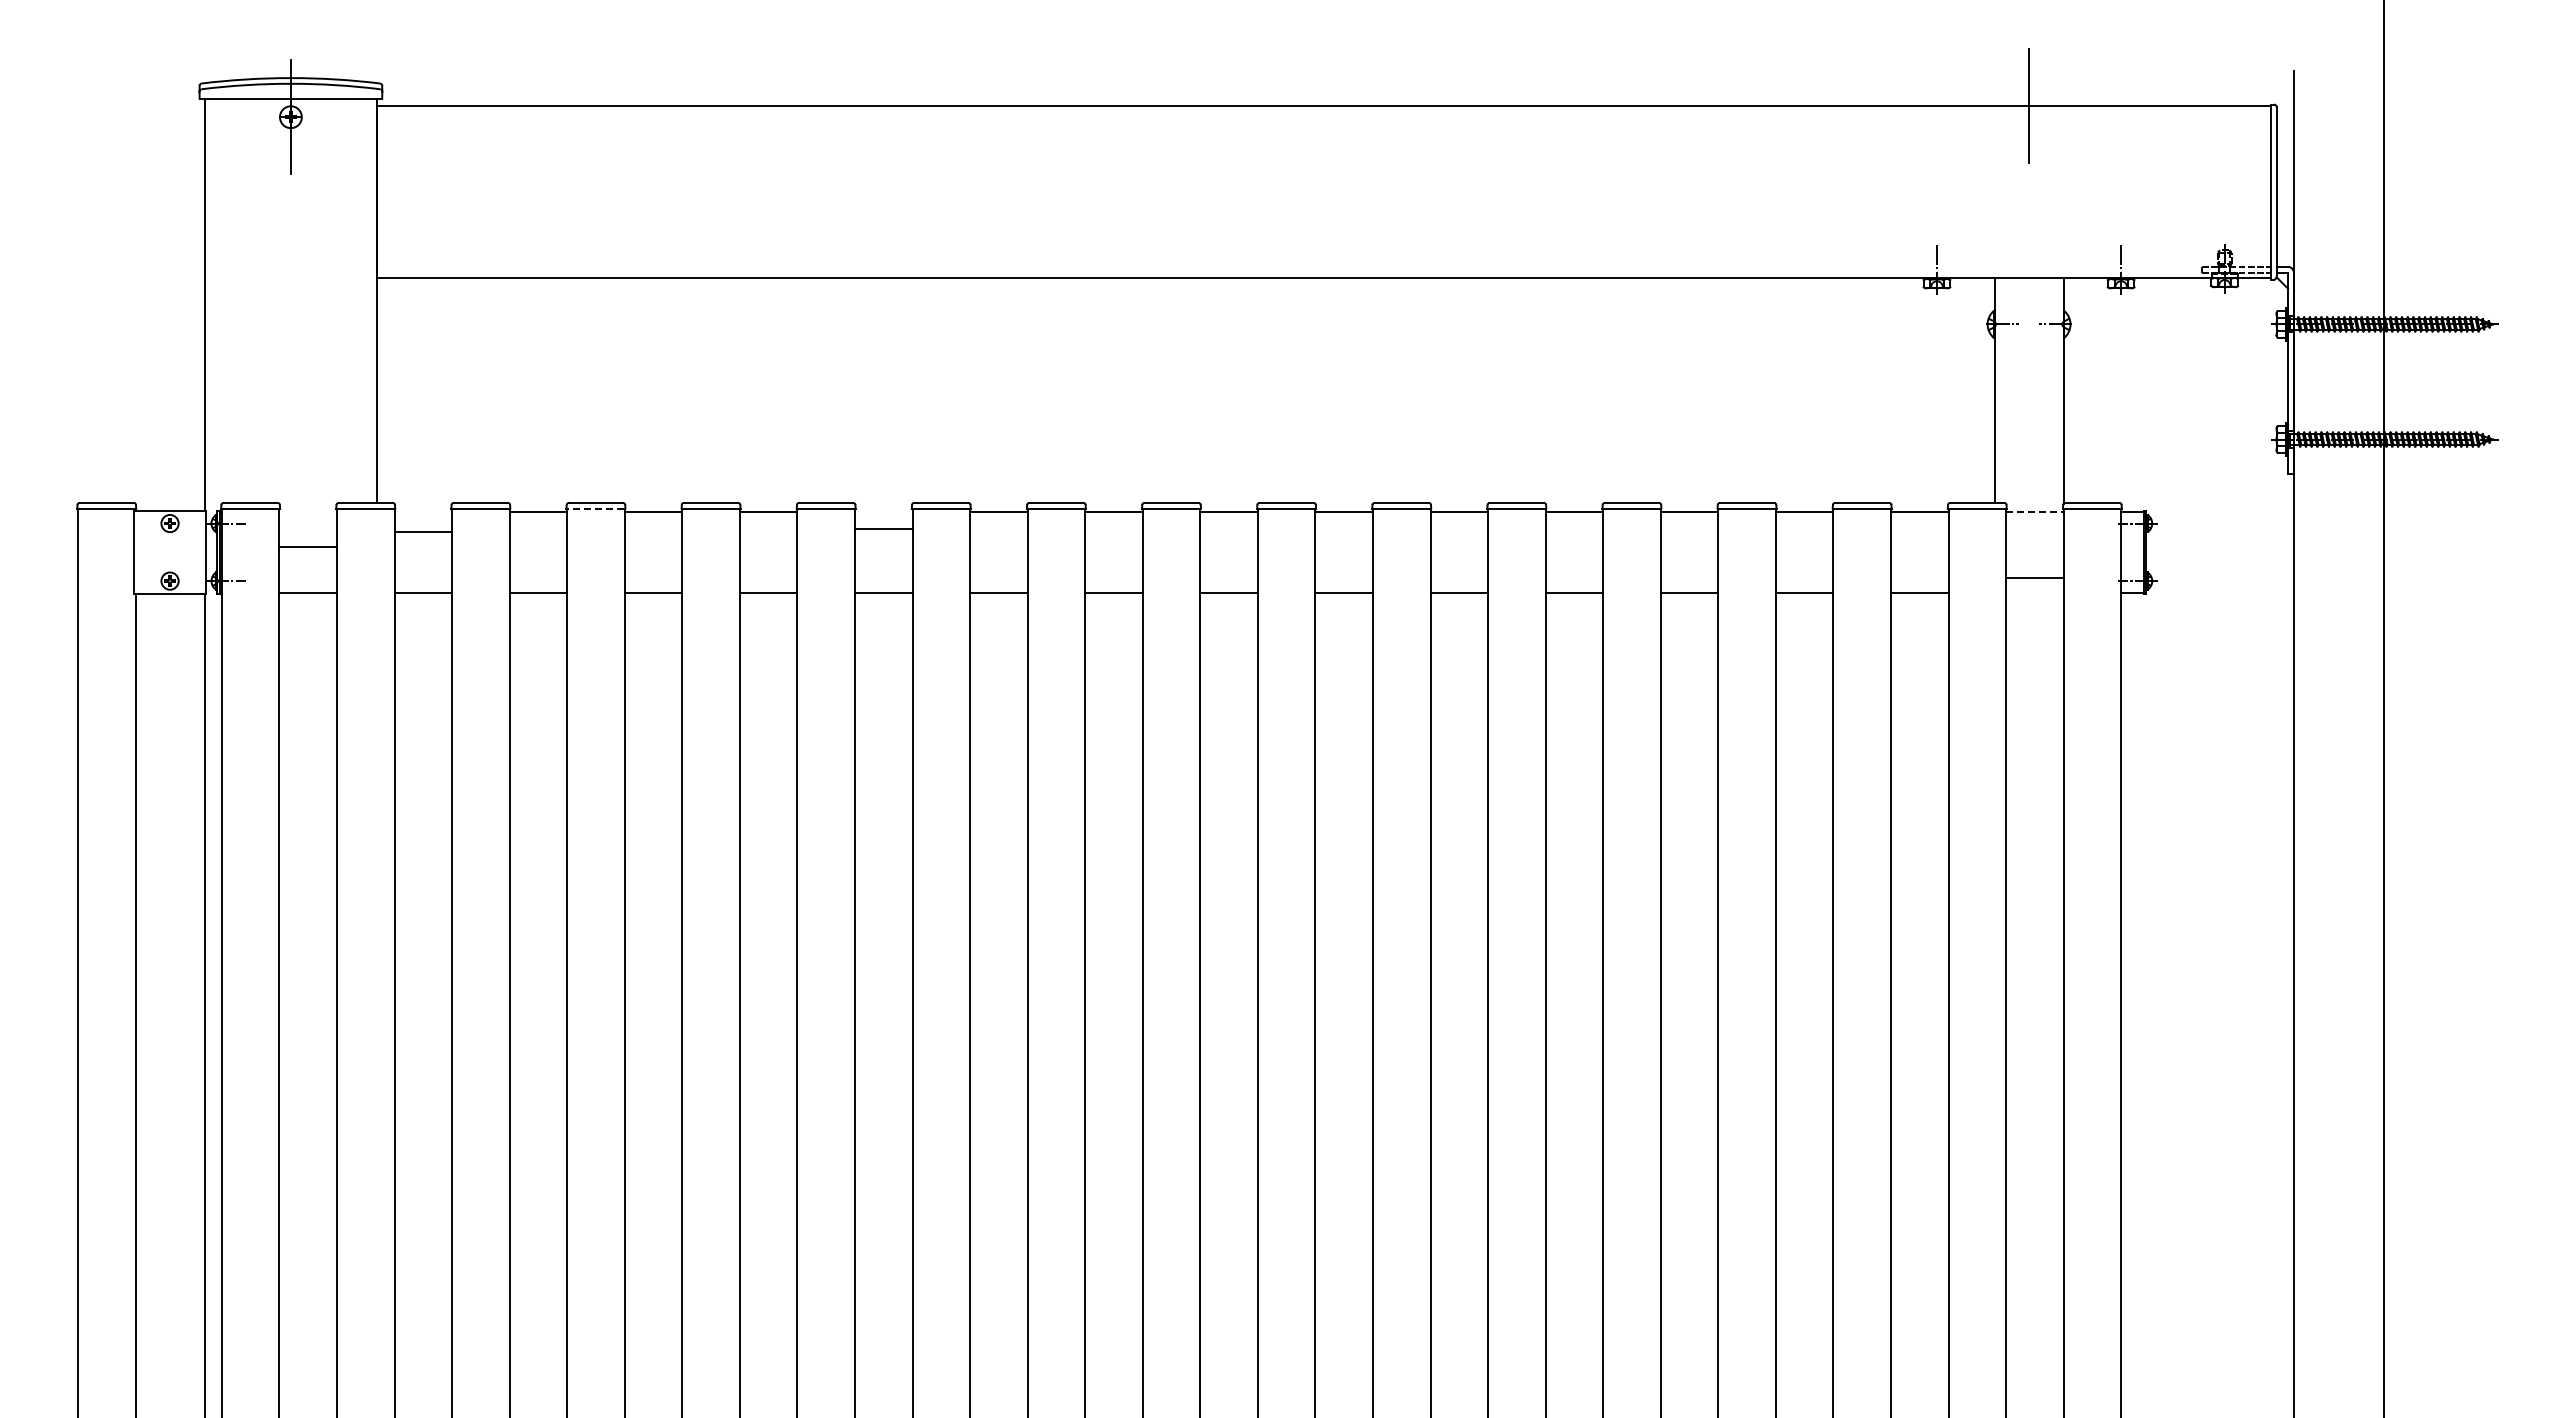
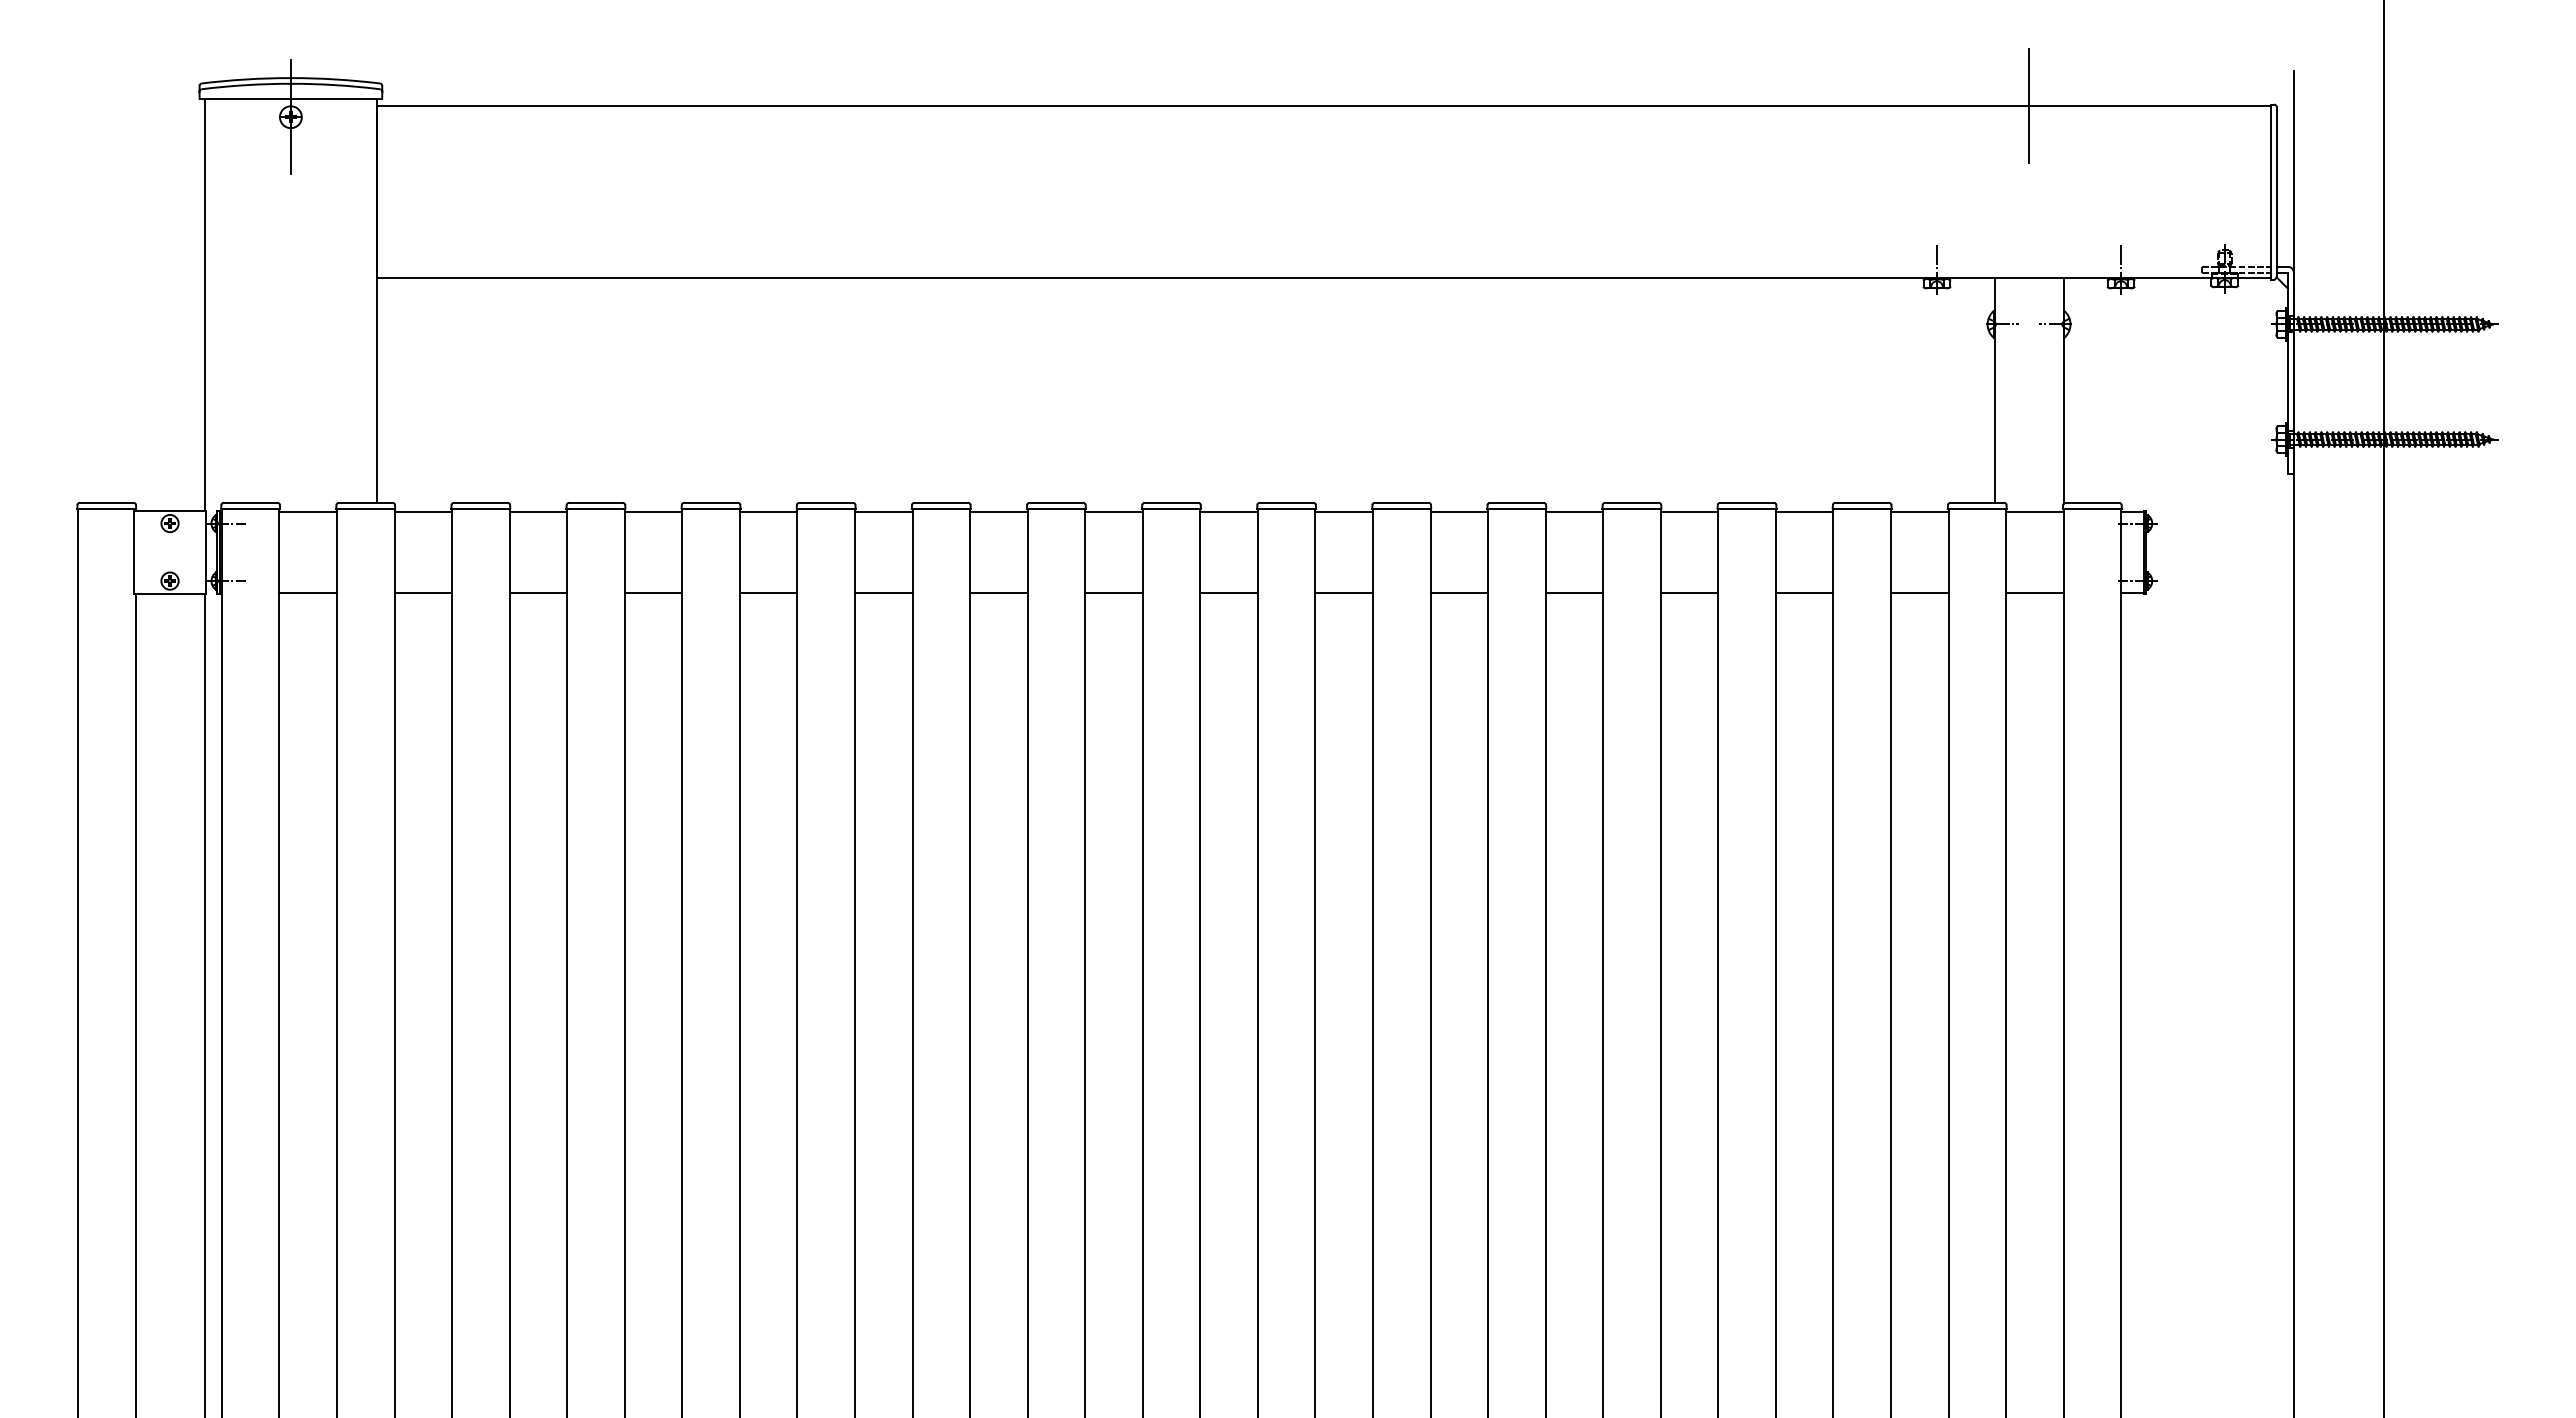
line at (595, 508): dashed -> solid
line at (2034, 512): dashed -> solid
line at (883, 529) position: (883, 529) -> (883, 512)
line at (423, 532) position: (423, 532) -> (423, 512)
line at (307, 547) position: (307, 547) -> (307, 512)
line at (2034, 577) position: (2034, 577) -> (2034, 592)
